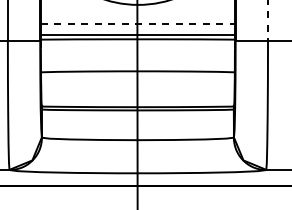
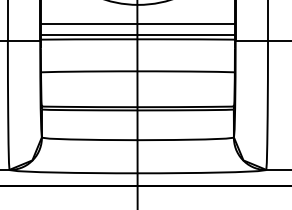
line at (268, 20): dashed -> solid
line at (138, 24): dashed -> solid
